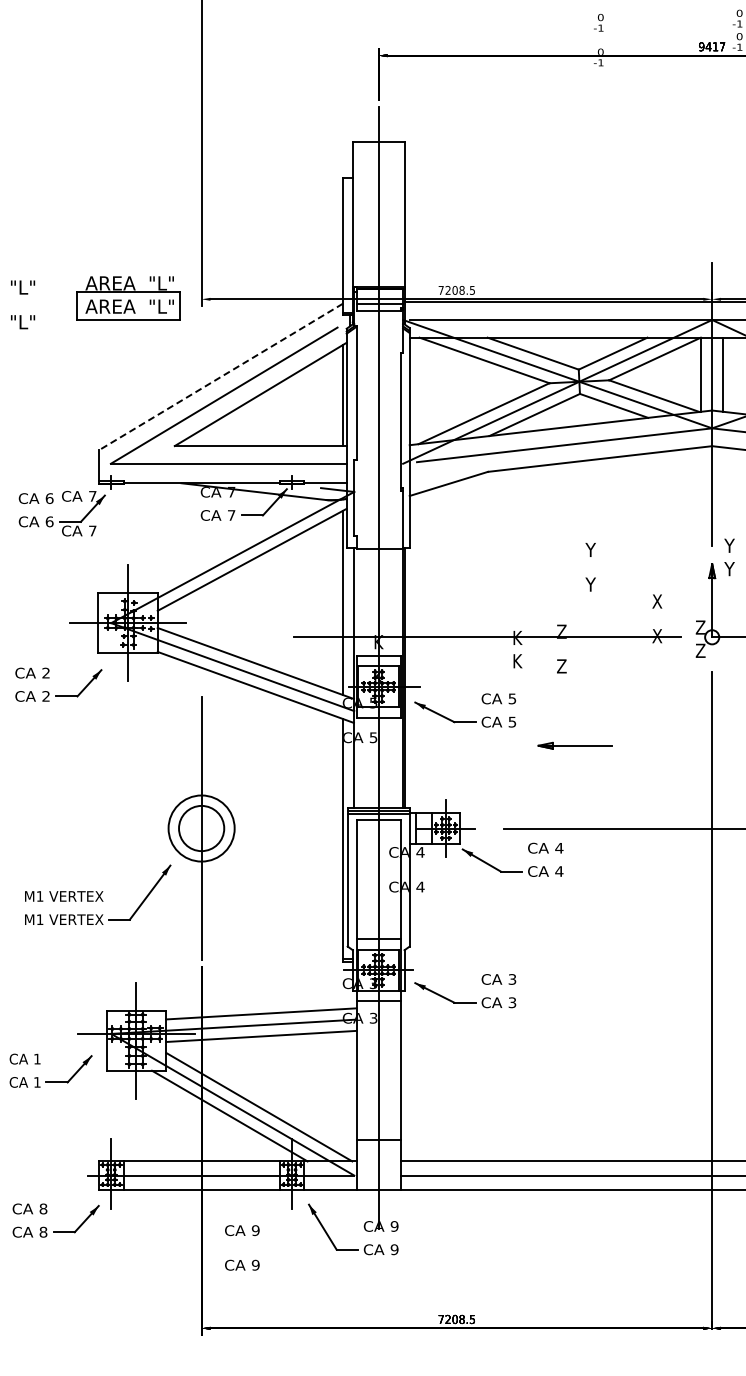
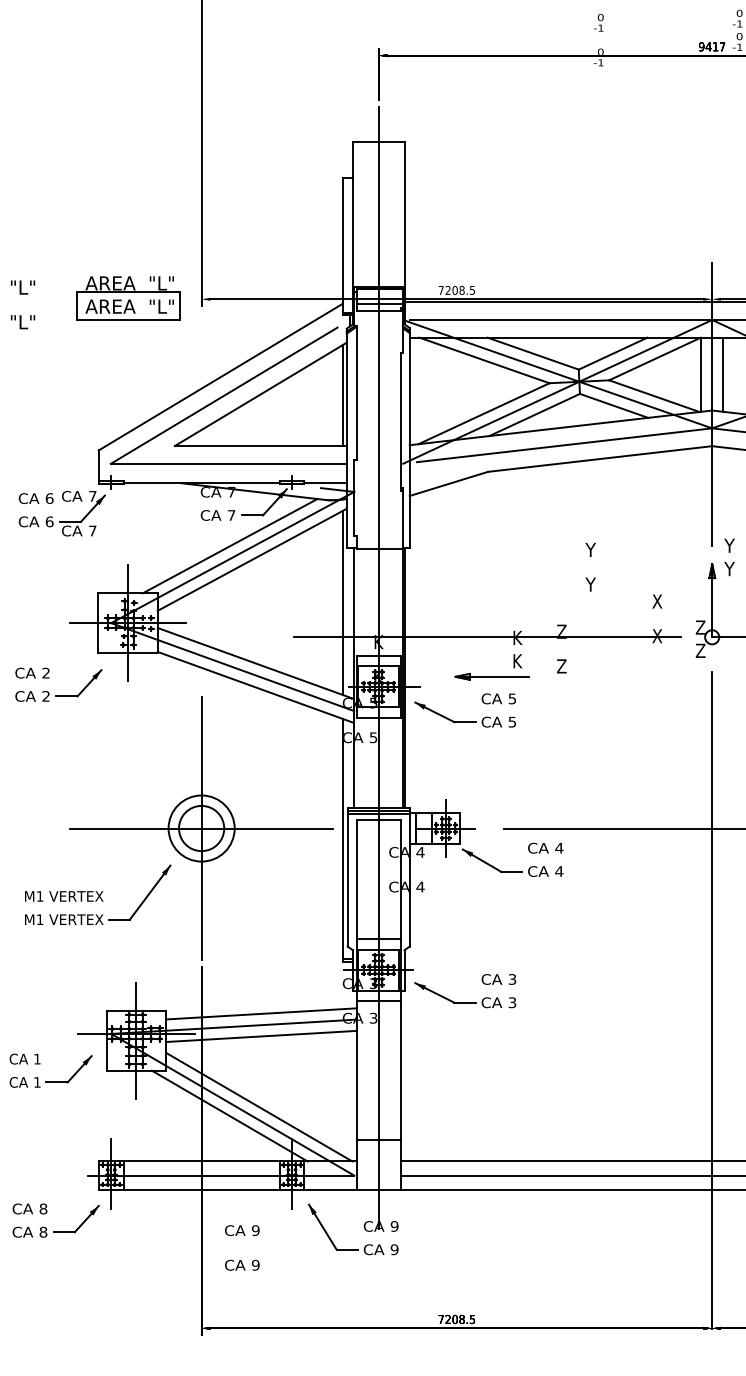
line at (220, 377): dashed -> solid
line at (229, 546): none -> present
part at (574, 745) position: (574, 745) -> (491, 676)
line at (201, 828): none -> present
